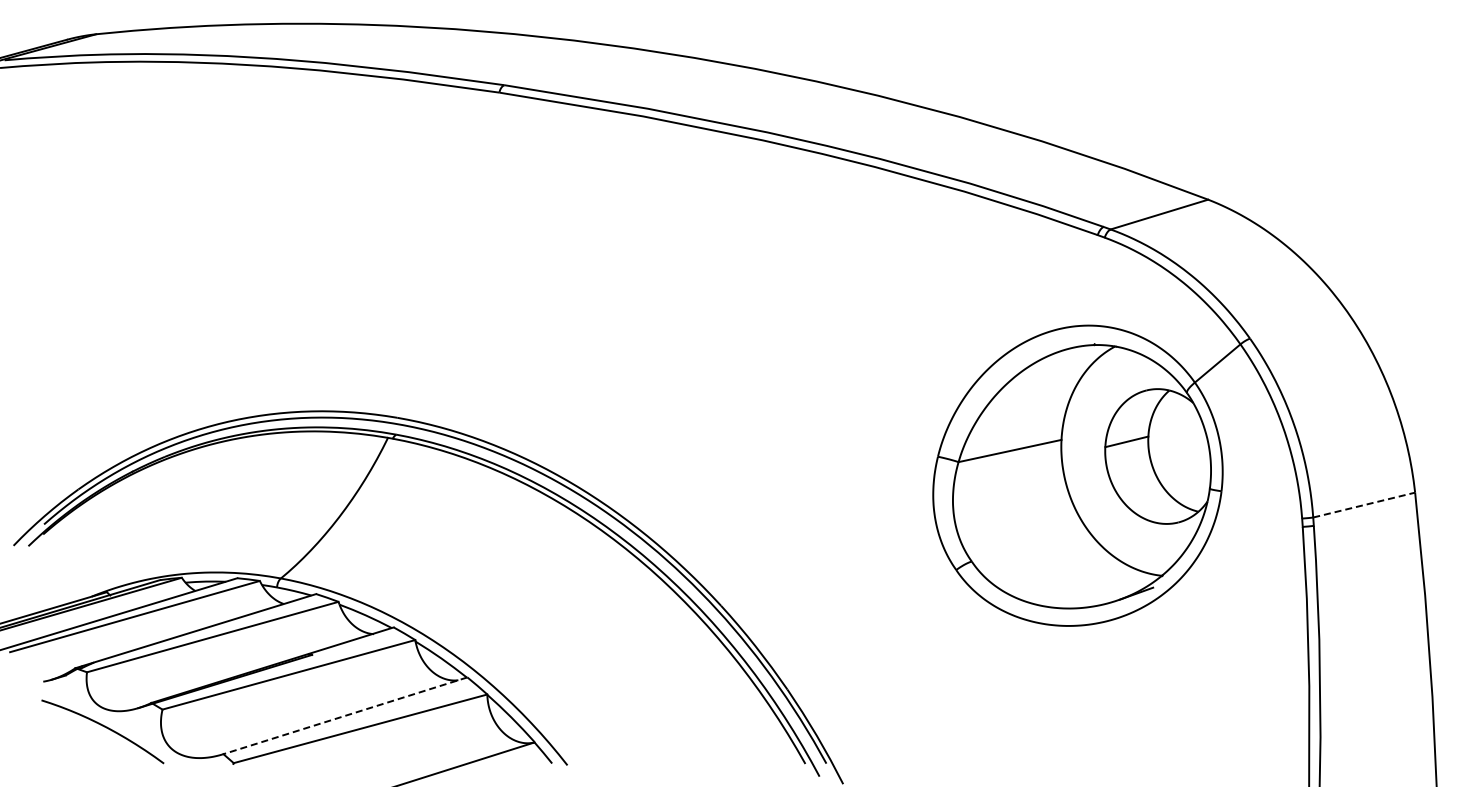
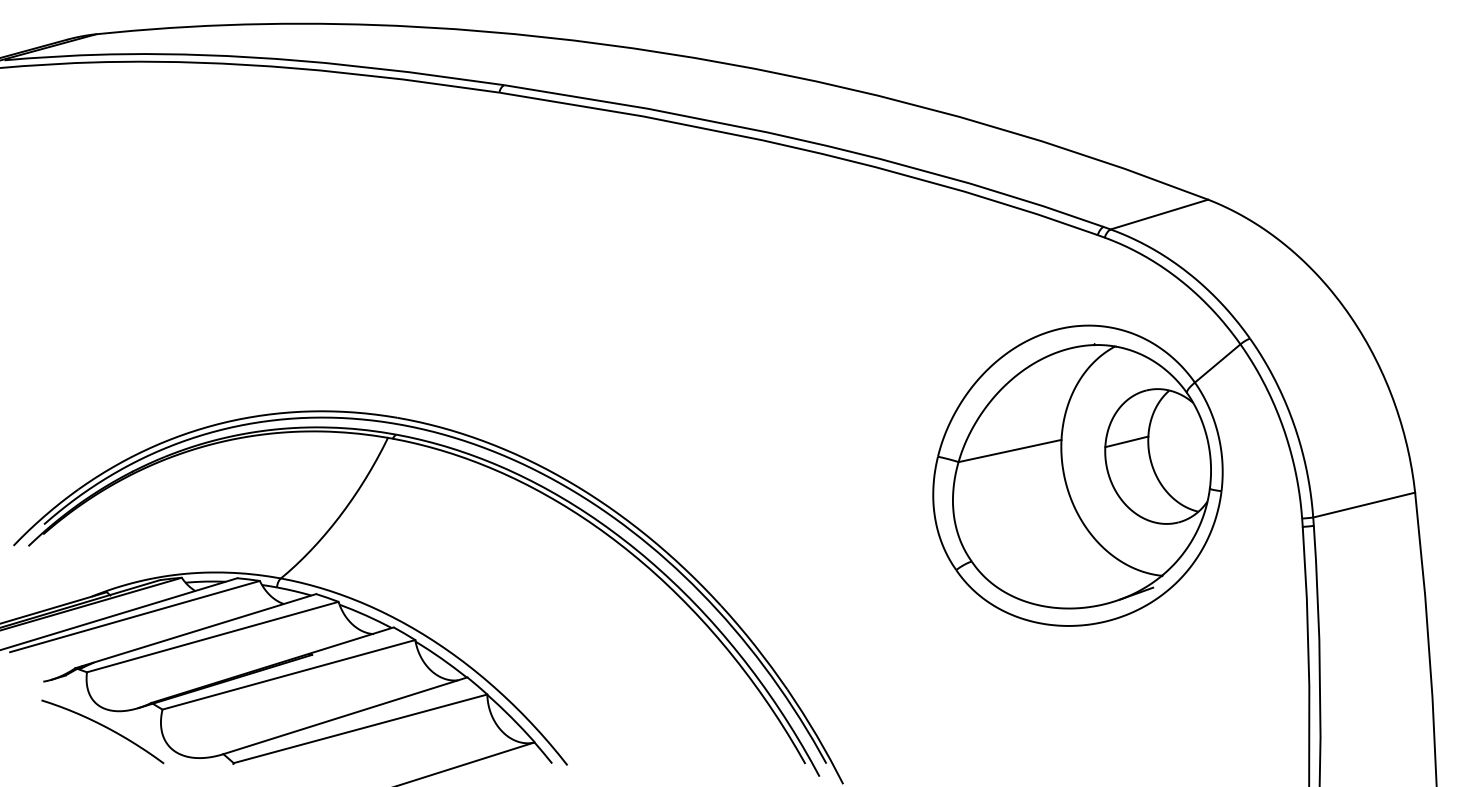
line at (1364, 504): dashed -> solid
line at (345, 715): dashed -> solid
